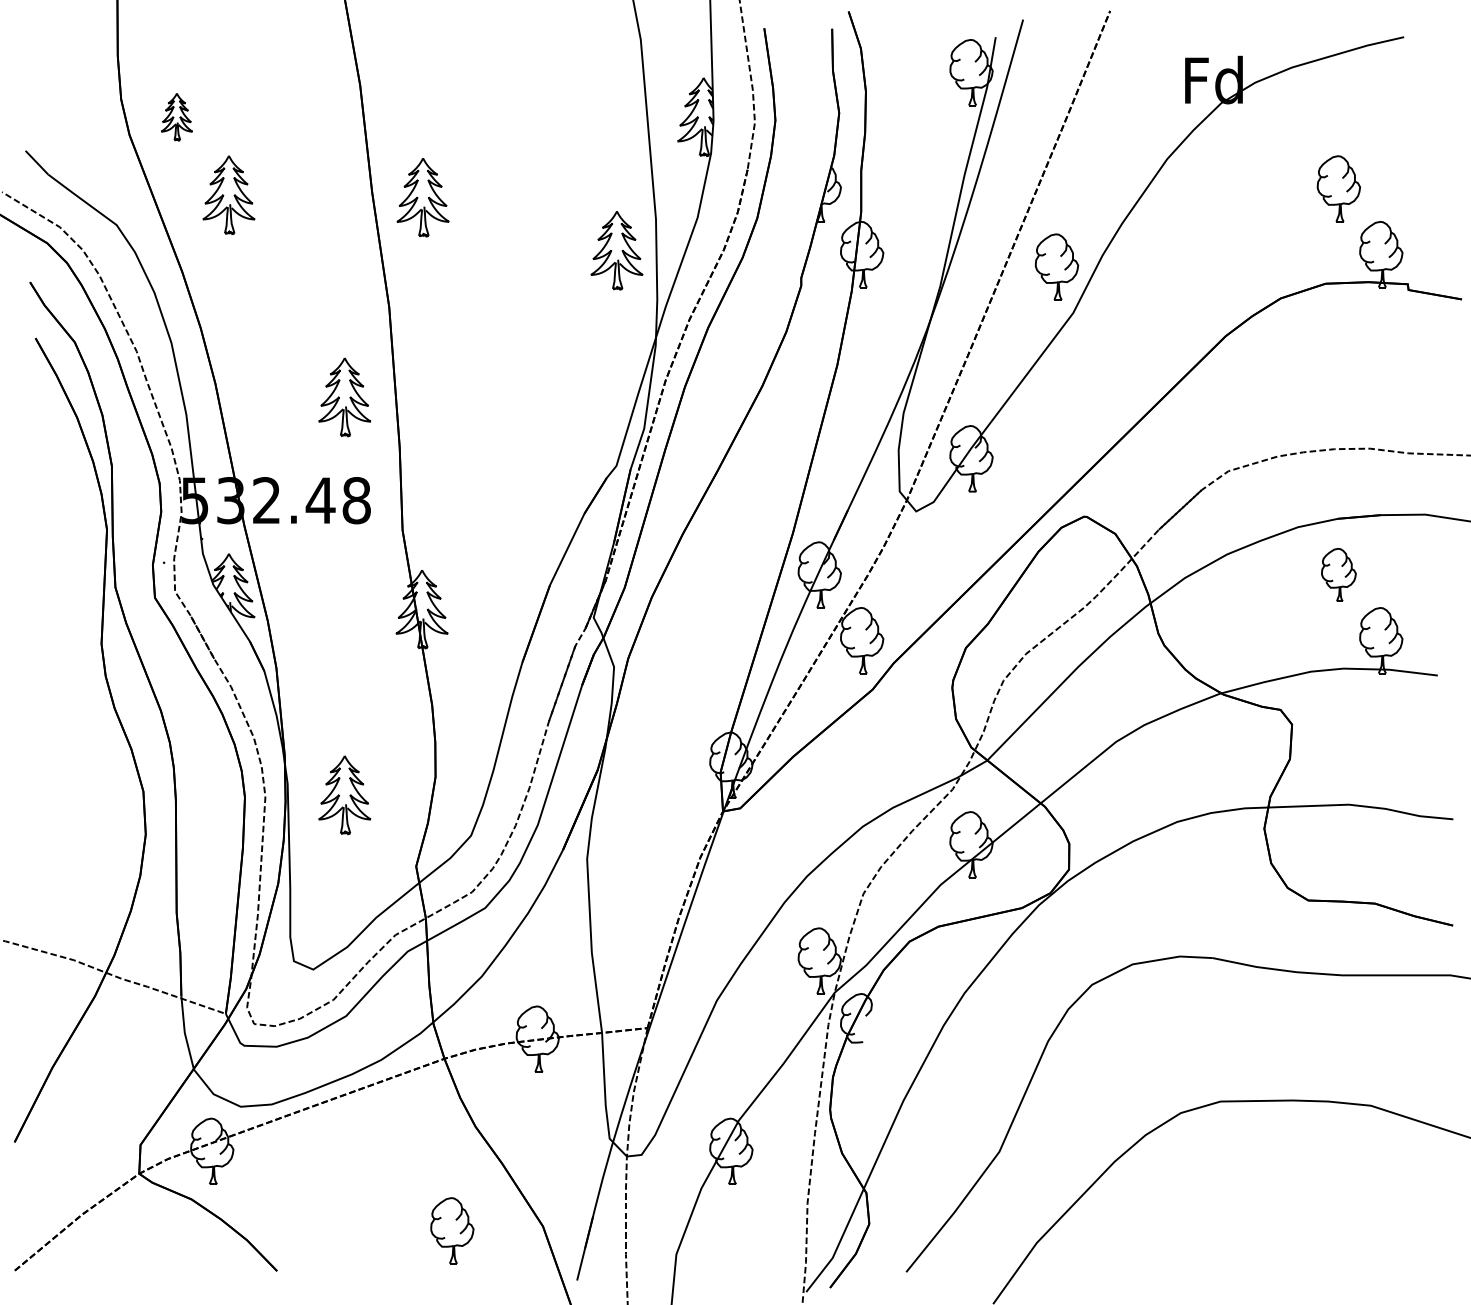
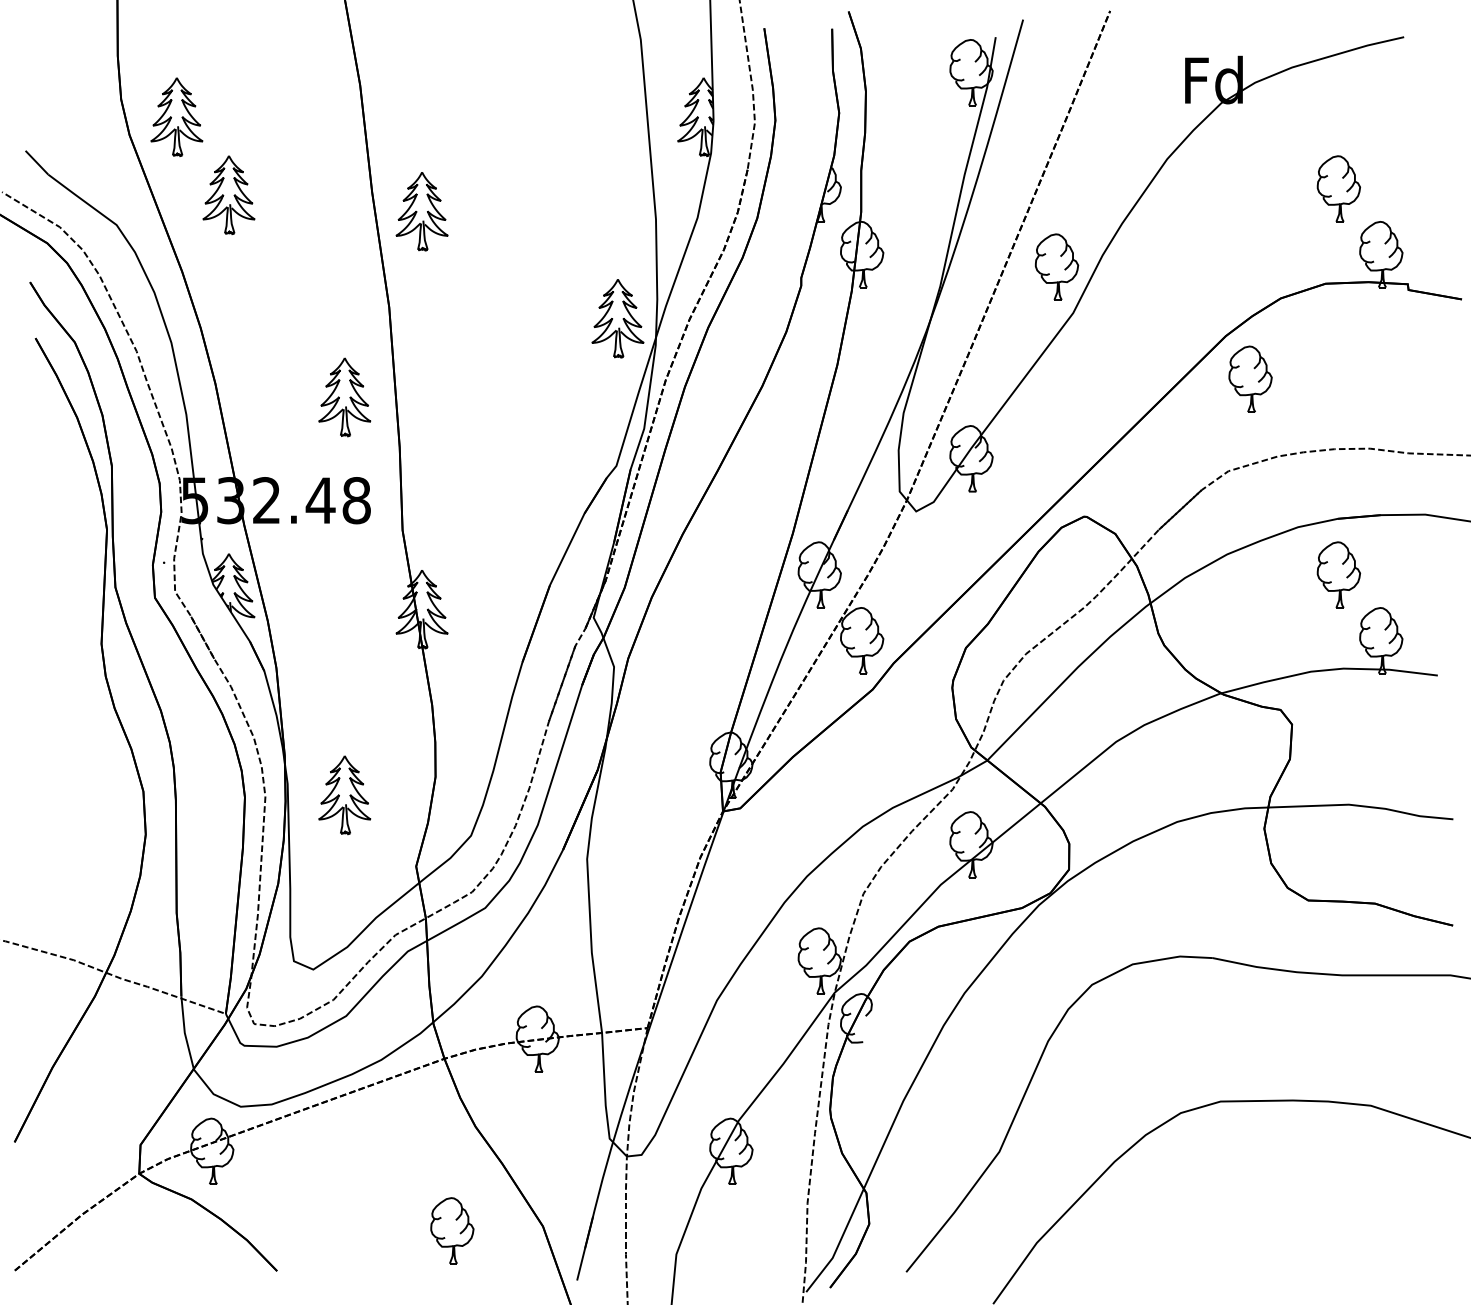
part at (176, 117) size: 32x49 px -> 54x80 px
part at (422, 197) position: (422, 197) -> (421, 211)
part at (616, 250) position: (616, 250) -> (617, 318)
part at (1250, 378): none -> present
part at (1338, 574) size: 36x54 px -> 46x68 px
